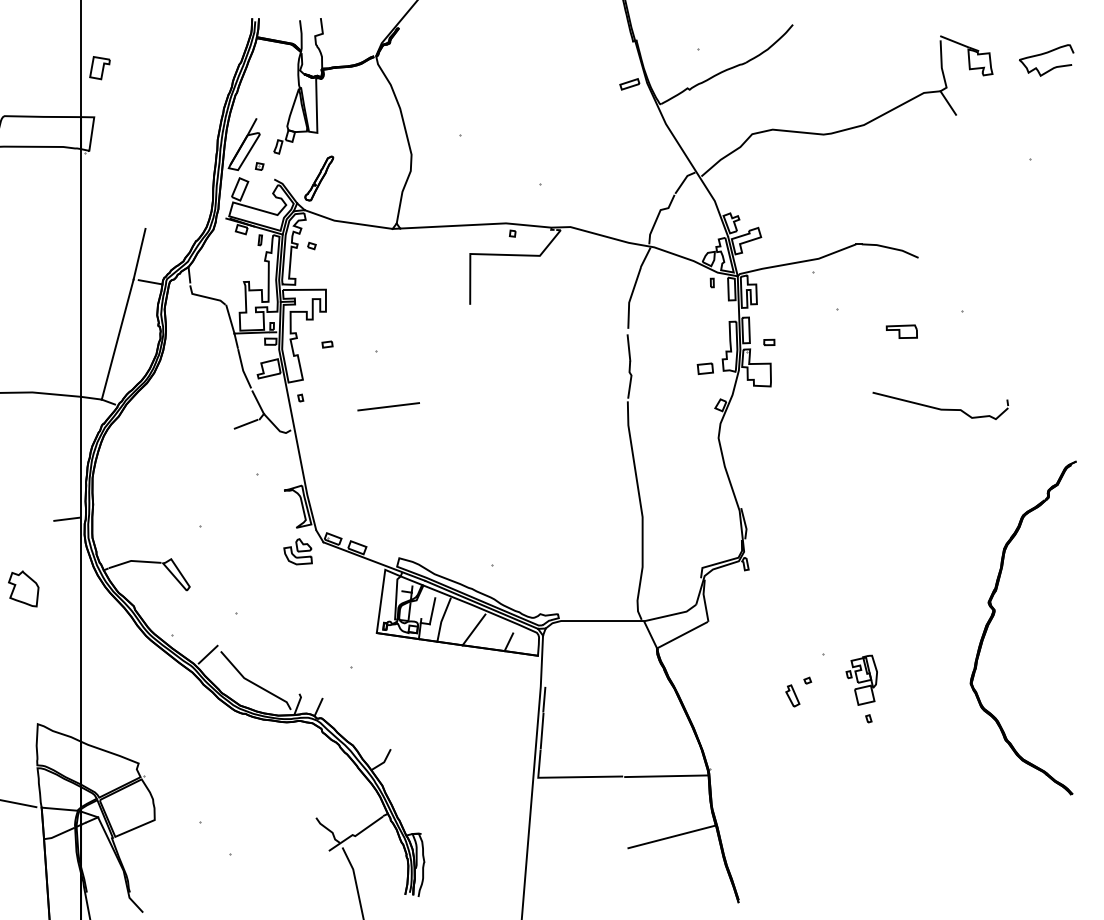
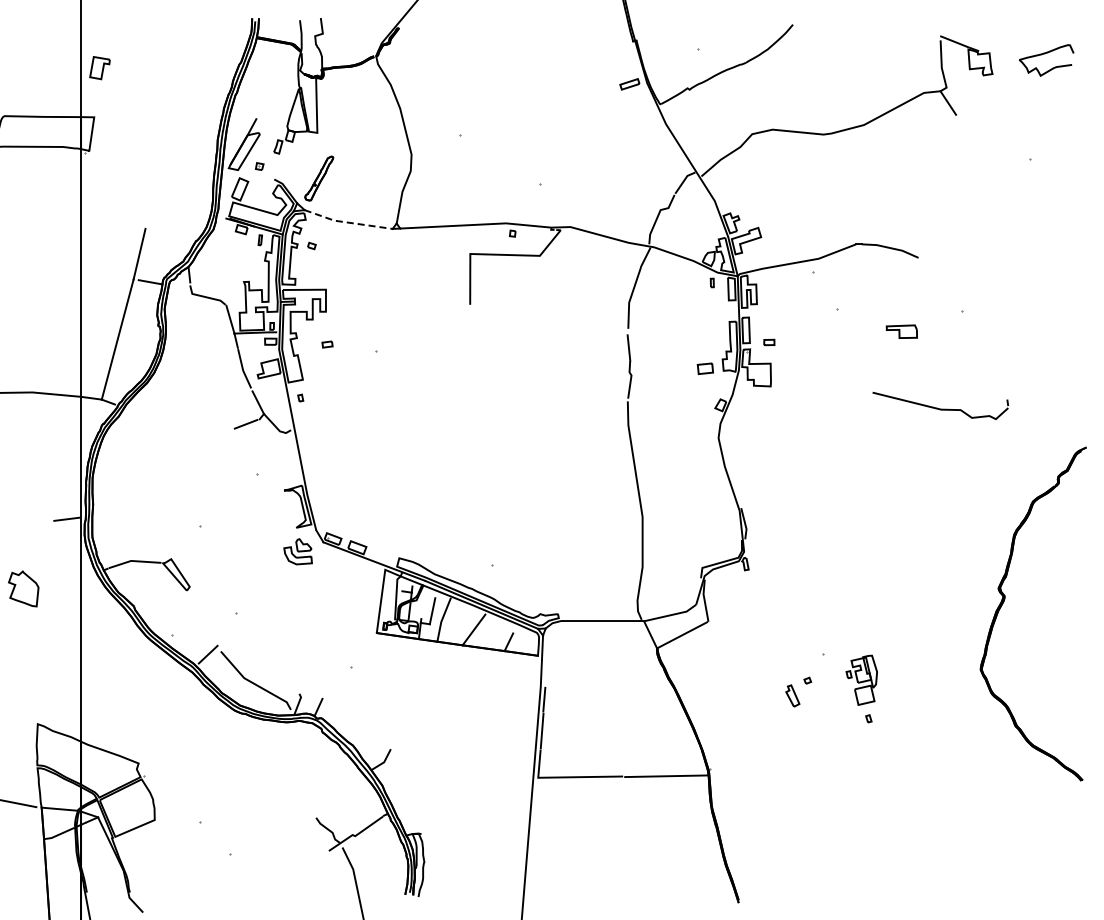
line at (347, 222): solid -> dashed
line at (388, 406): present -> none
part at (994, 616) position: (994, 616) -> (1004, 602)
line at (671, 836): present -> none
